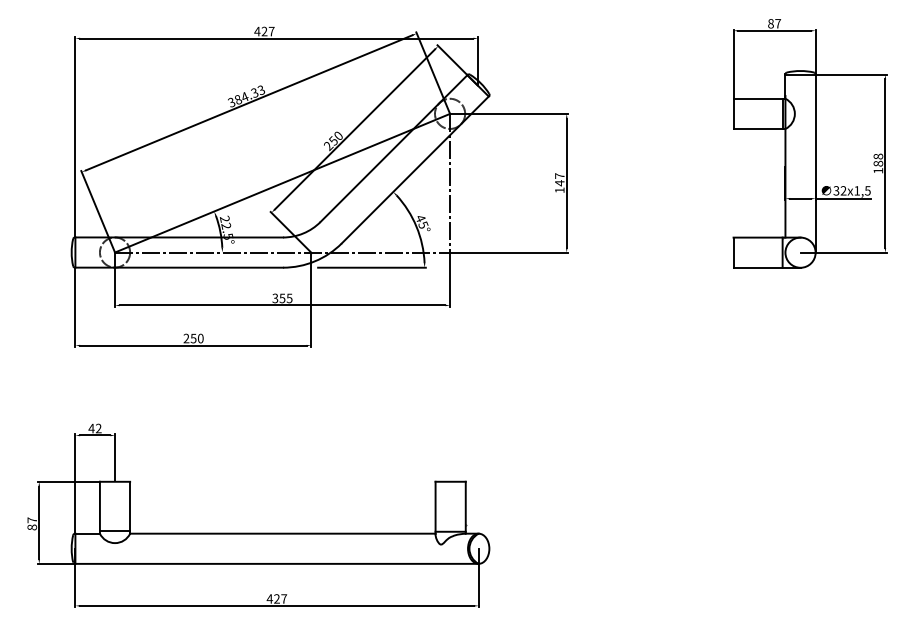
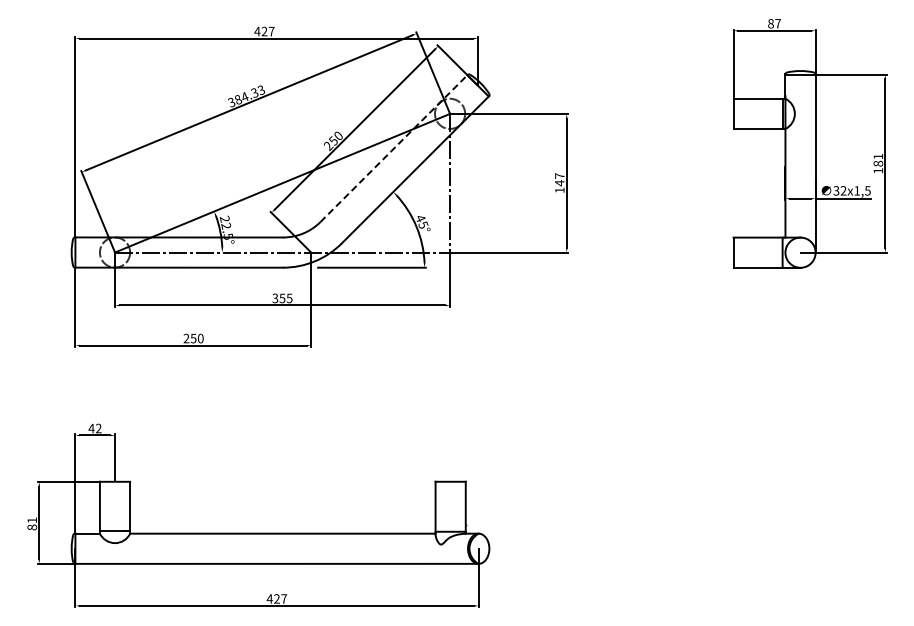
line at (394, 148): solid -> dashed
text at (878, 156): 188 -> 181
text at (31, 520): 87 -> 81
